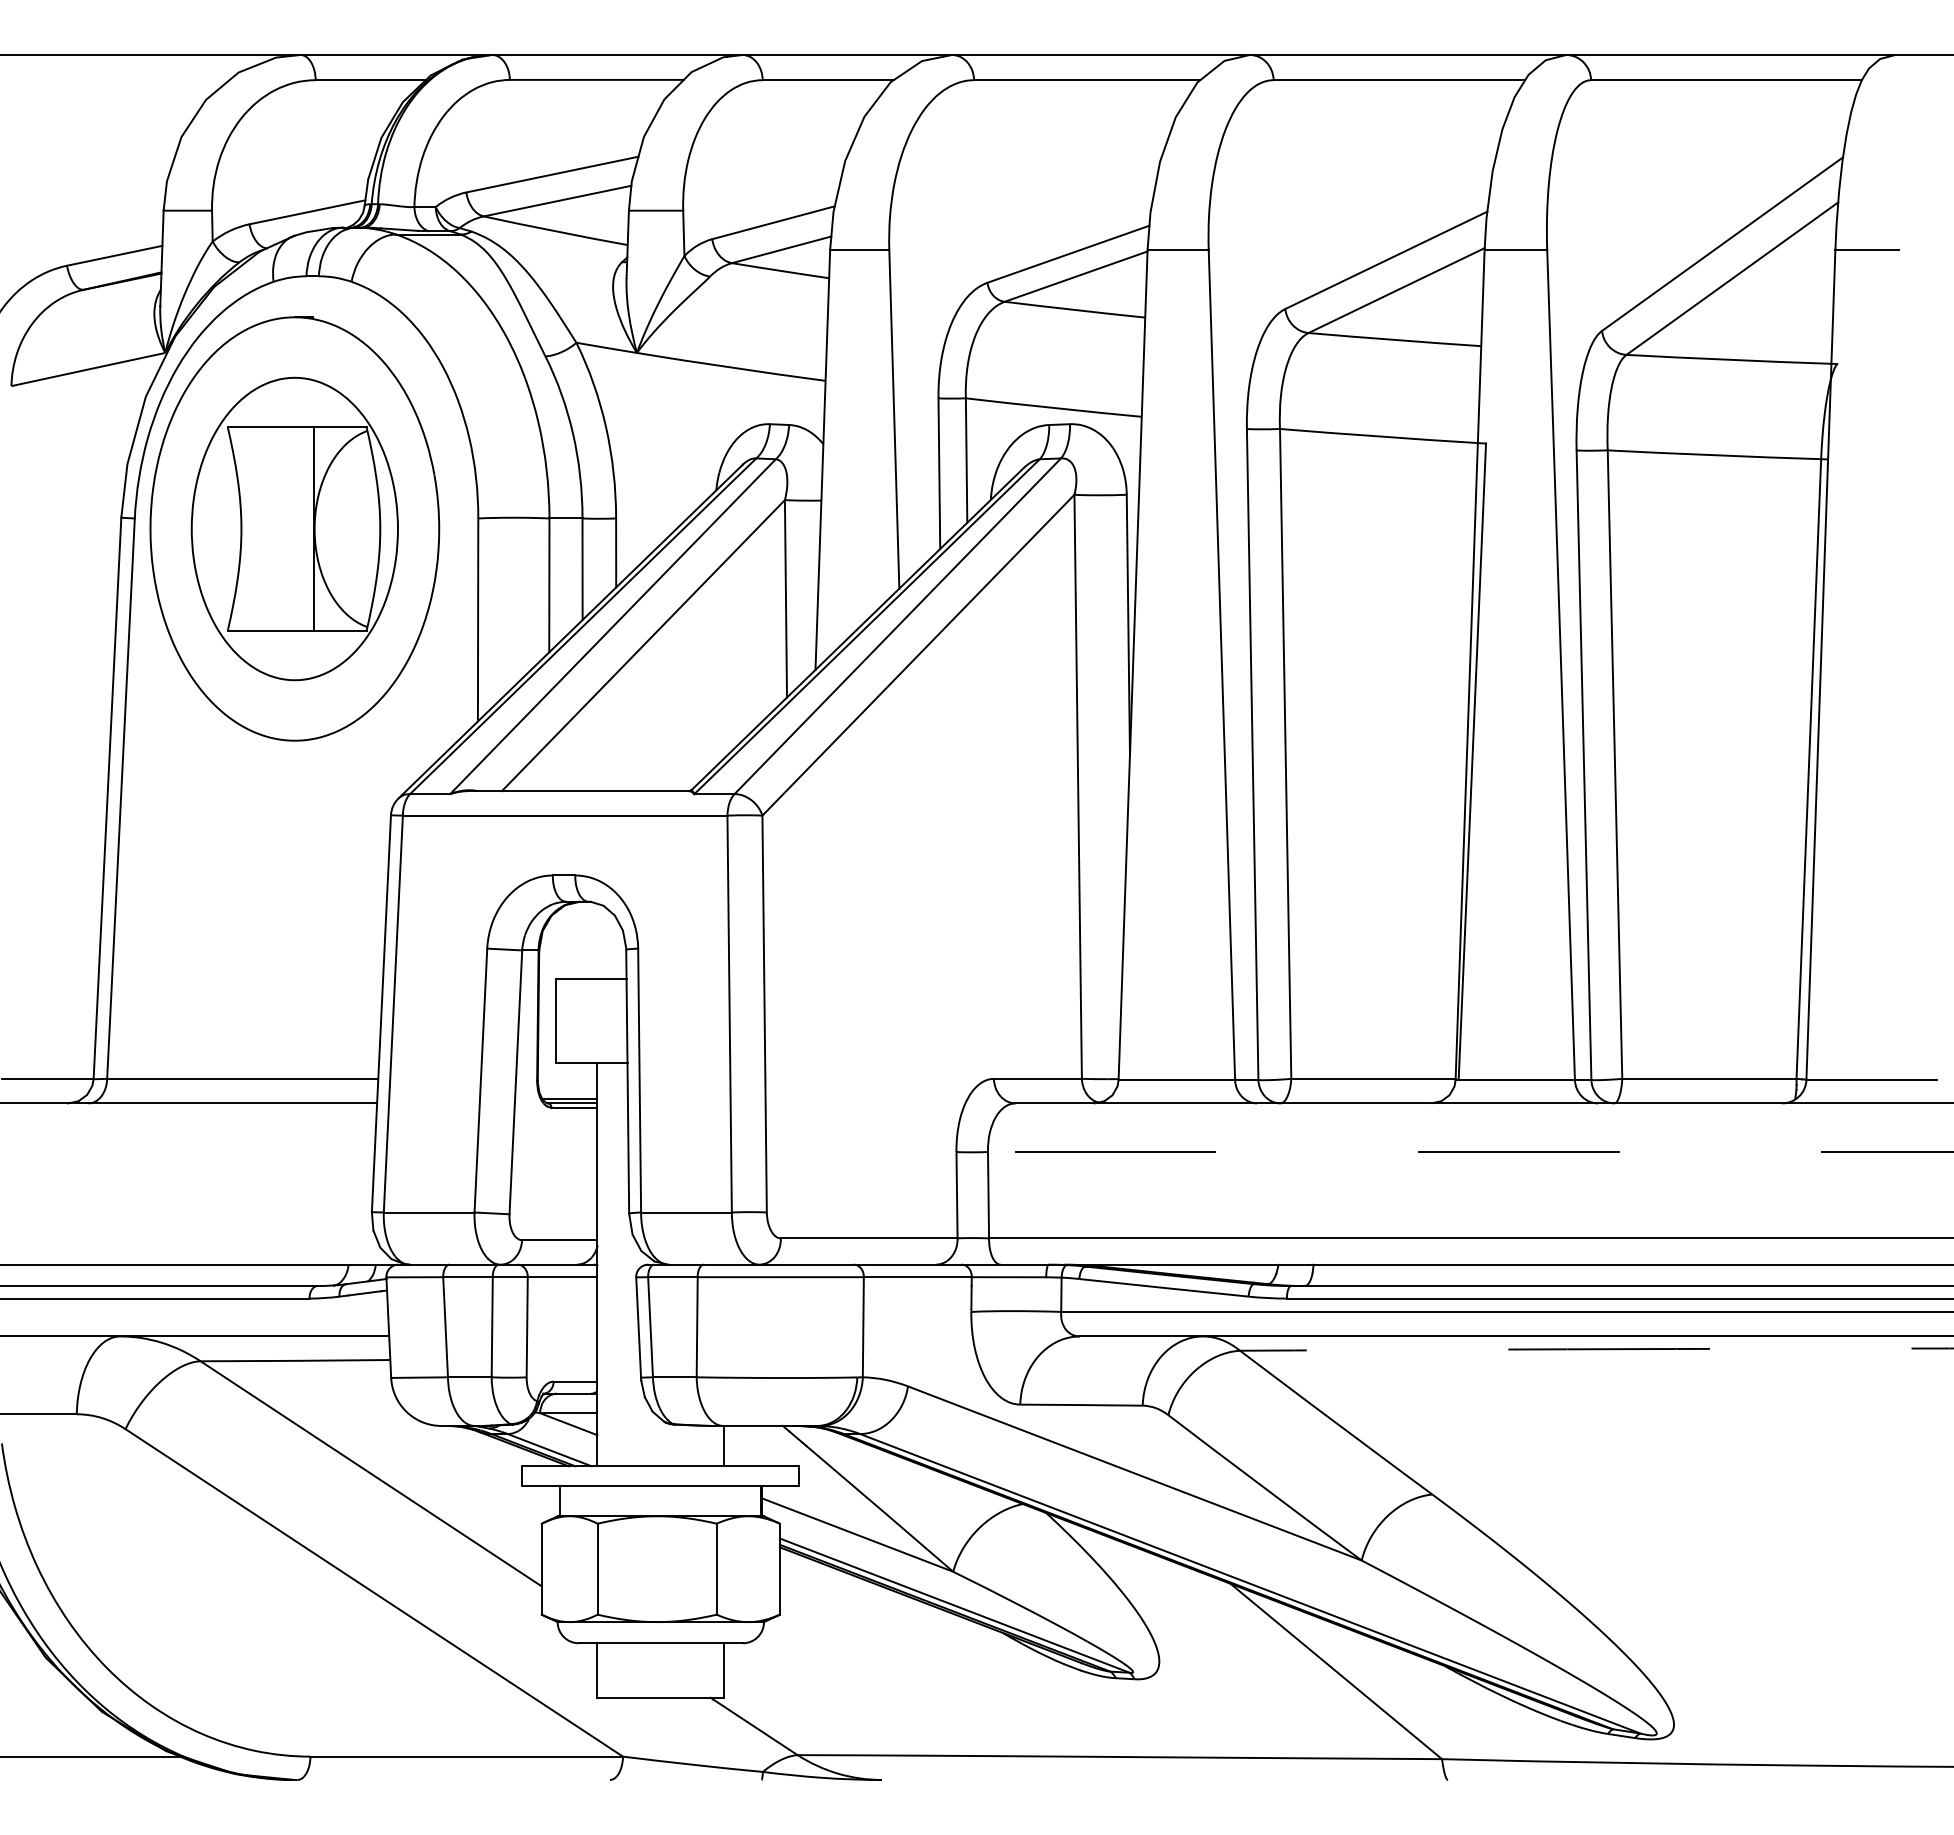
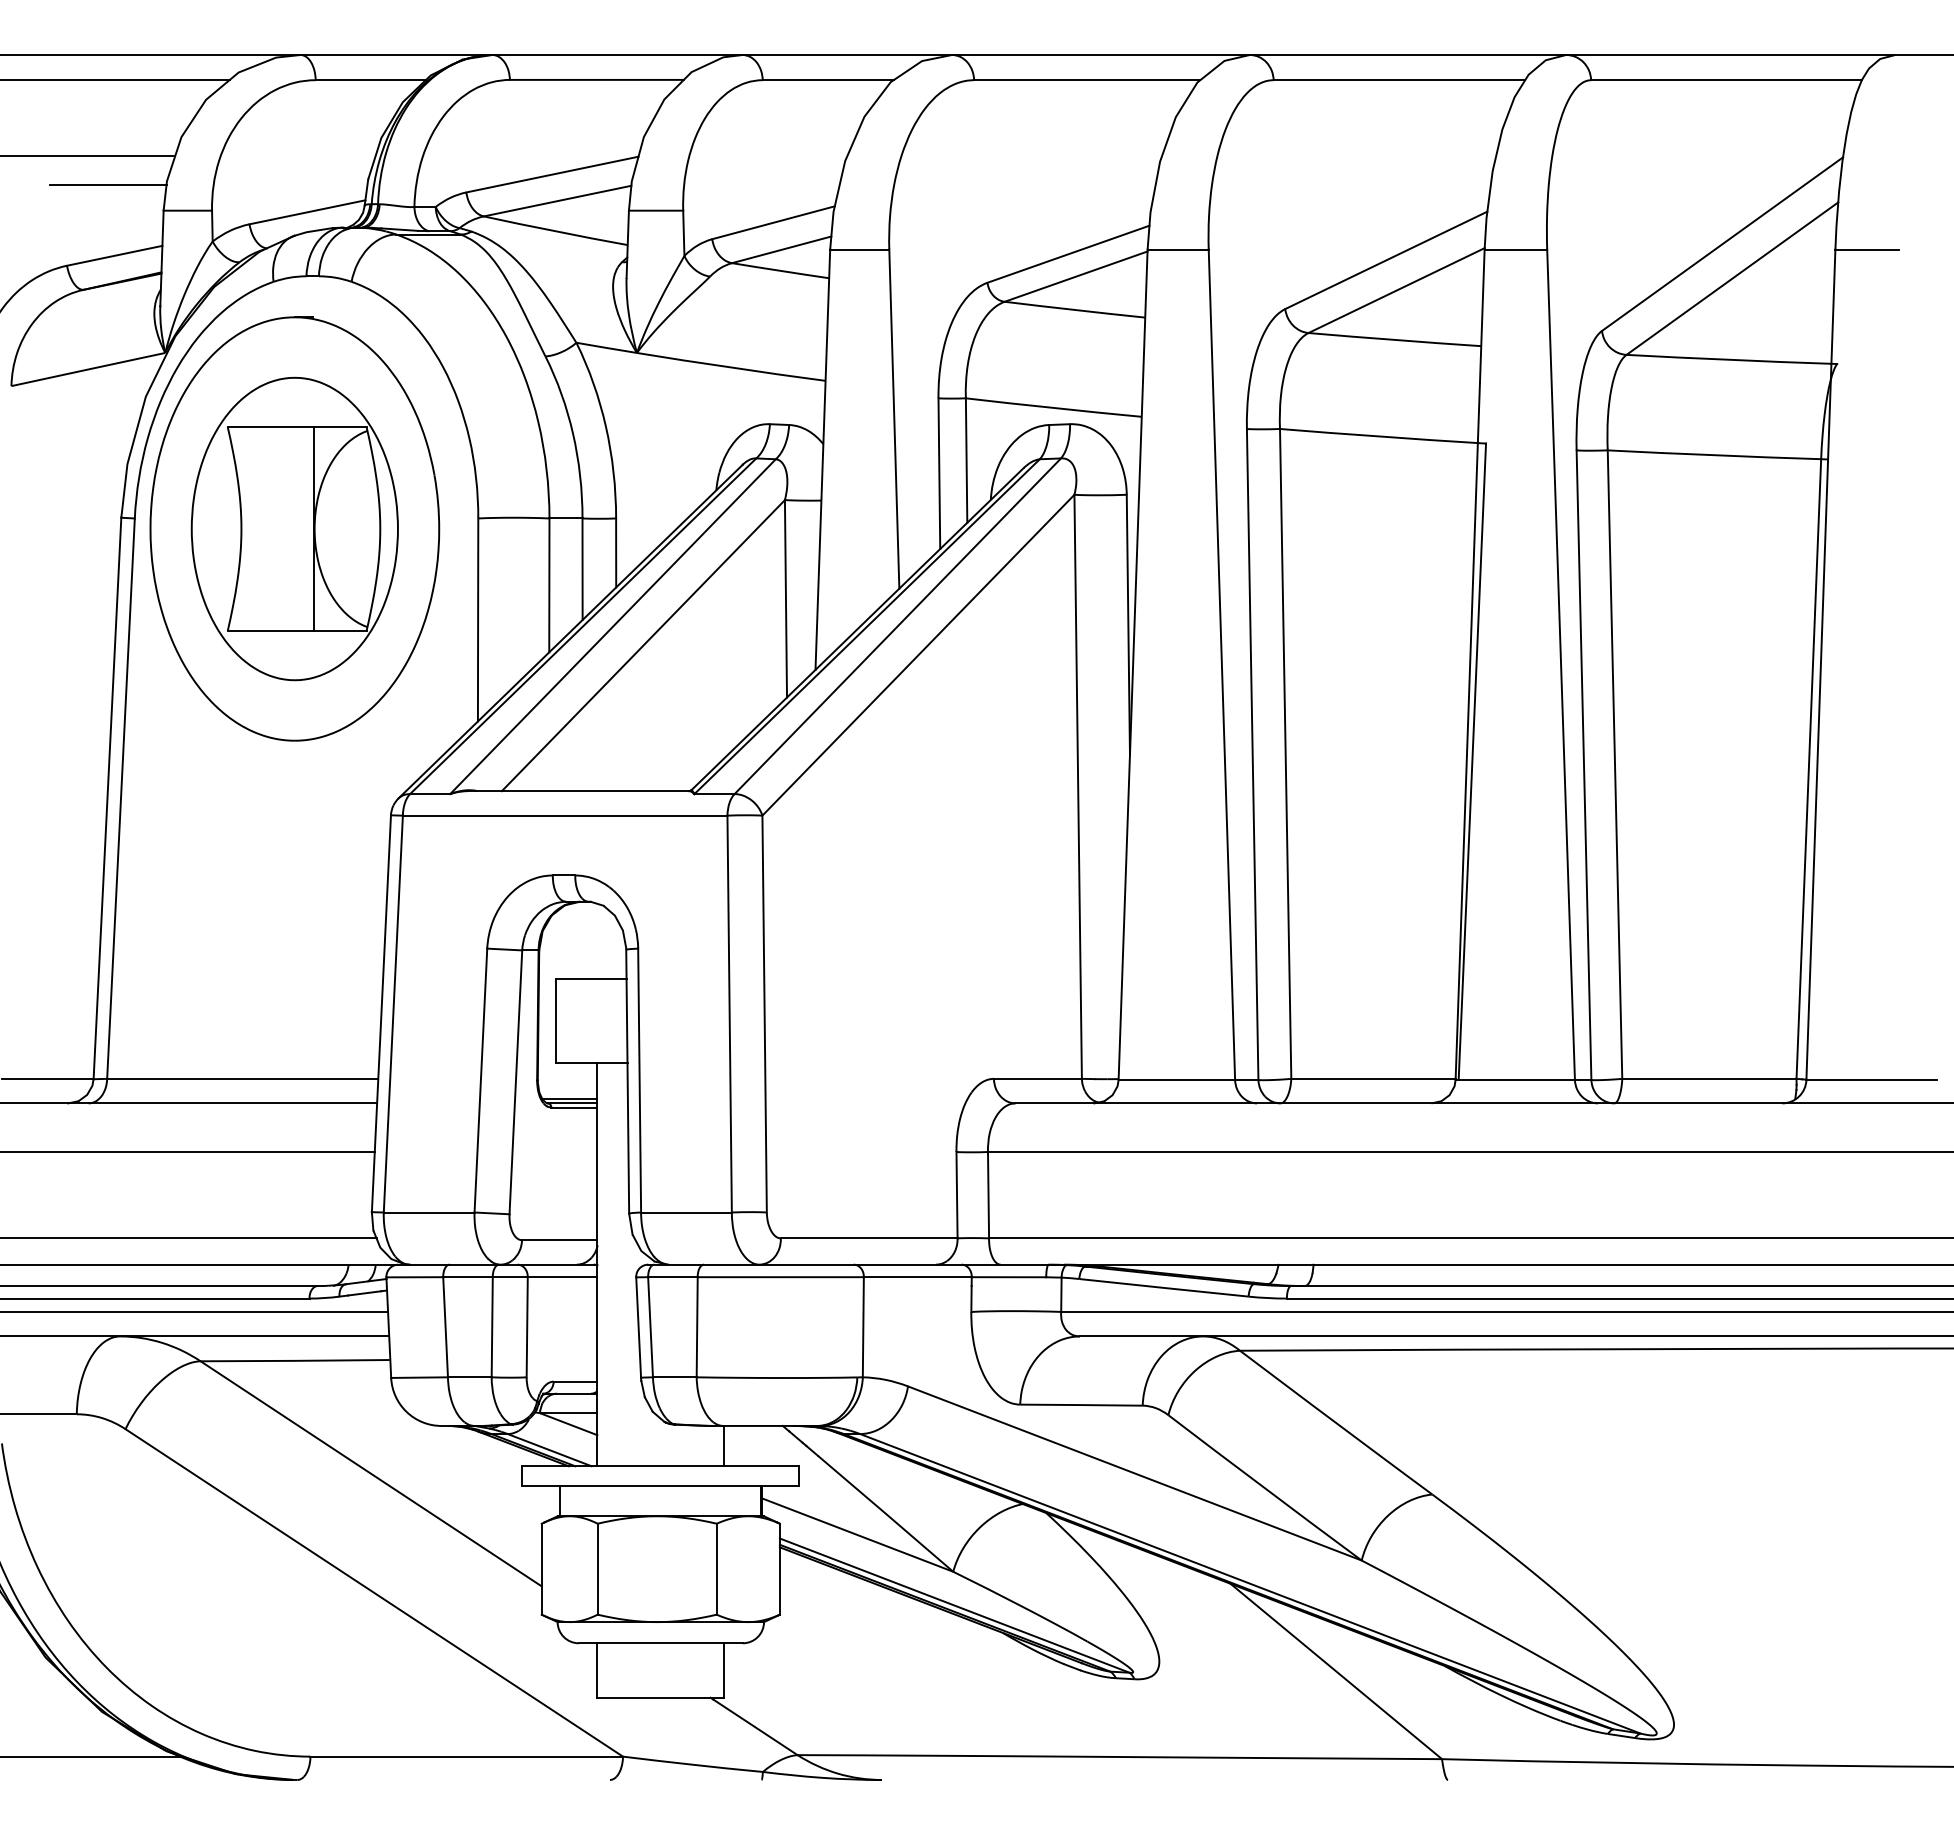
line at (115, 80): none -> present
line at (88, 155): none -> present
line at (108, 184): none -> present
line at (188, 1152): none -> present
line at (1470, 1152): dashed -> solid
line at (189, 1238): none -> present
line at (195, 1311): none -> present
arc at (1596, 1349): dashed -> solid
